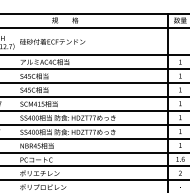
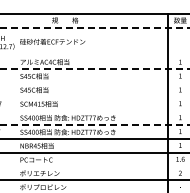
line at (95, 27): solid -> dashed
line at (94, 55): present -> none
line at (95, 69): solid -> dashed
line at (94, 83): present -> none
line at (94, 97): present -> none
line at (94, 110): present -> none
line at (95, 124): solid -> dashed
line at (94, 166): present -> none
